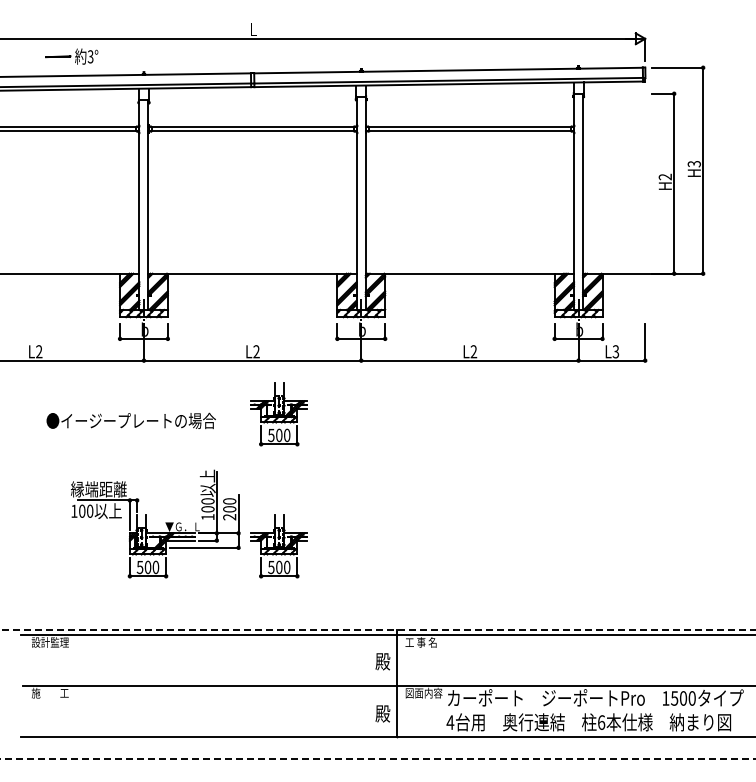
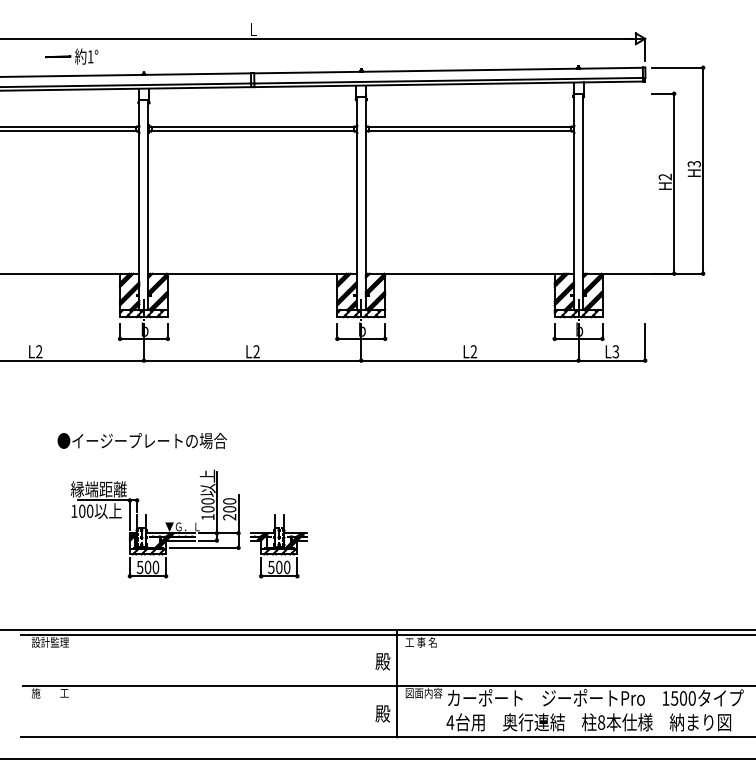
text at (90, 56): 3° -> 1°
part at (278, 414): present -> none
text at (130, 420) position: (130, 420) -> (141, 440)
line at (377, 629): dashed -> solid
text at (601, 722): 6 -> 8
line at (378, 758): dashed -> solid
